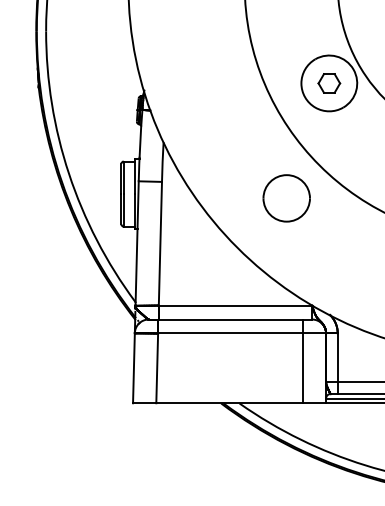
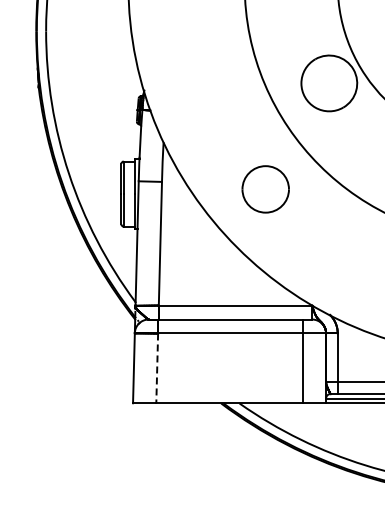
part at (329, 83): present -> none
part at (286, 198) position: (286, 198) -> (265, 189)
line at (157, 368): solid -> dashed
